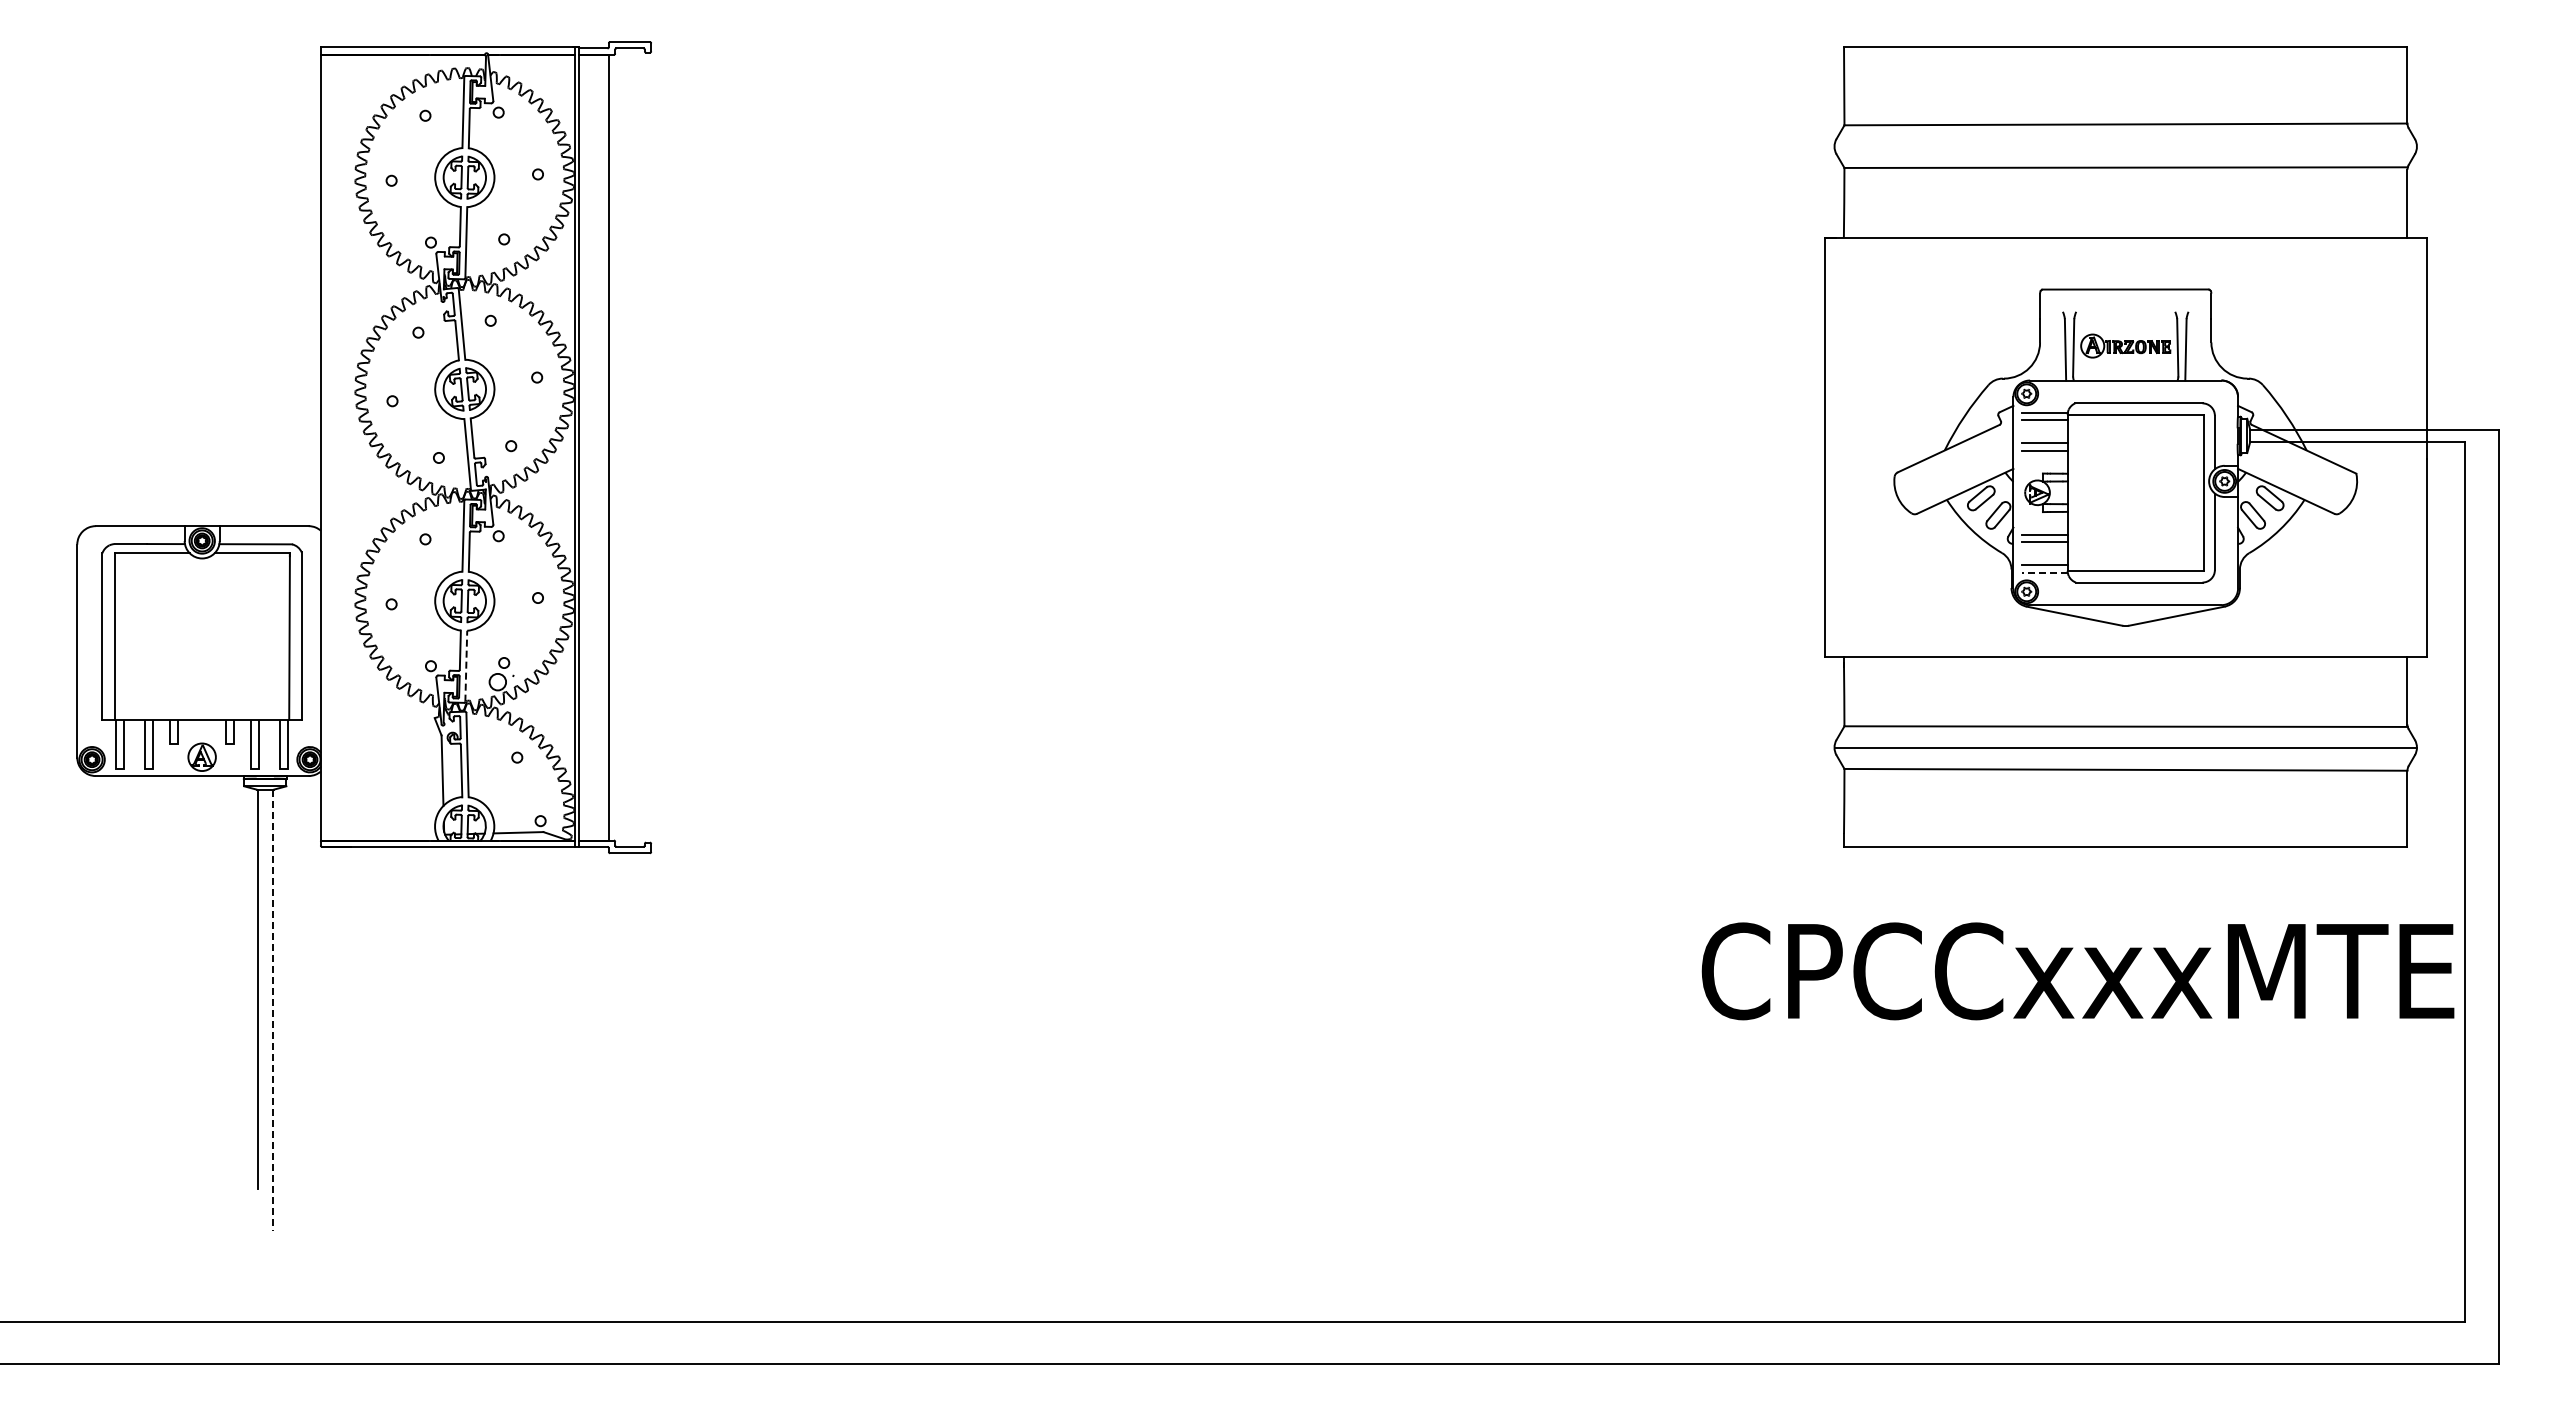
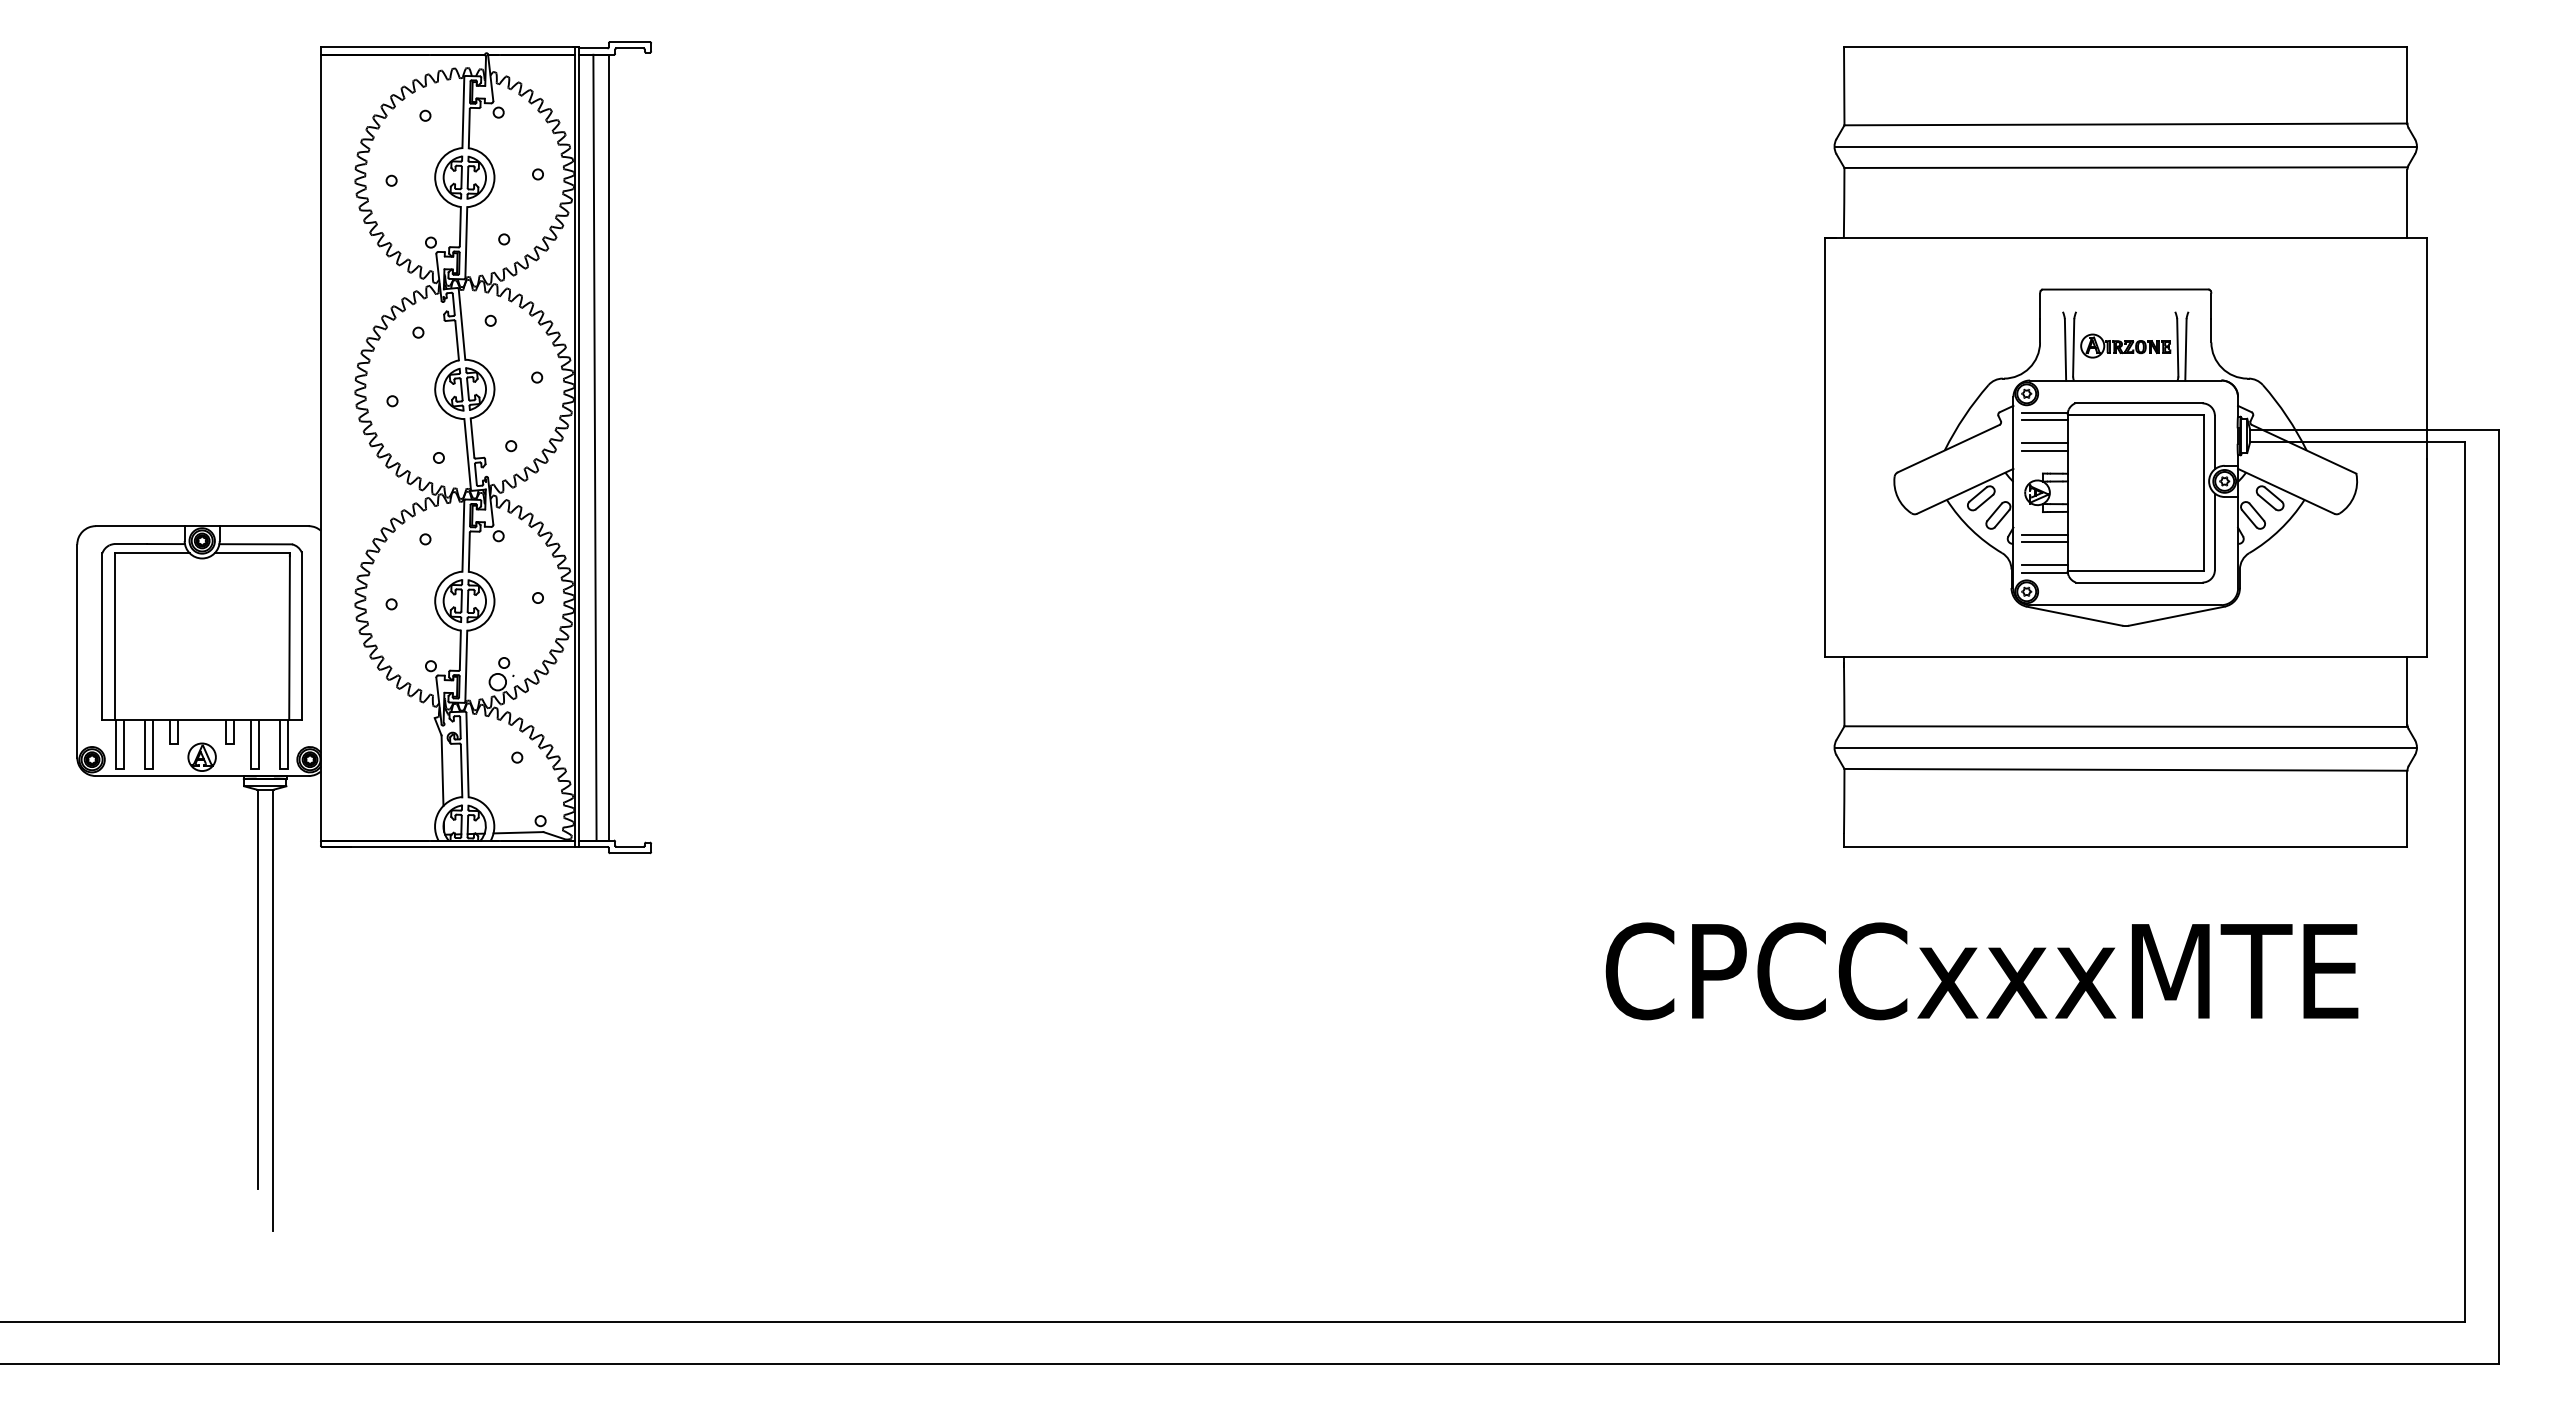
line at (2125, 146): none -> present
line at (594, 447): none -> present
line at (2045, 572): dashed -> solid
line at (466, 665): dashed -> solid
text at (2077, 971) position: (2077, 971) -> (1981, 971)
line at (273, 1010): dashed -> solid
